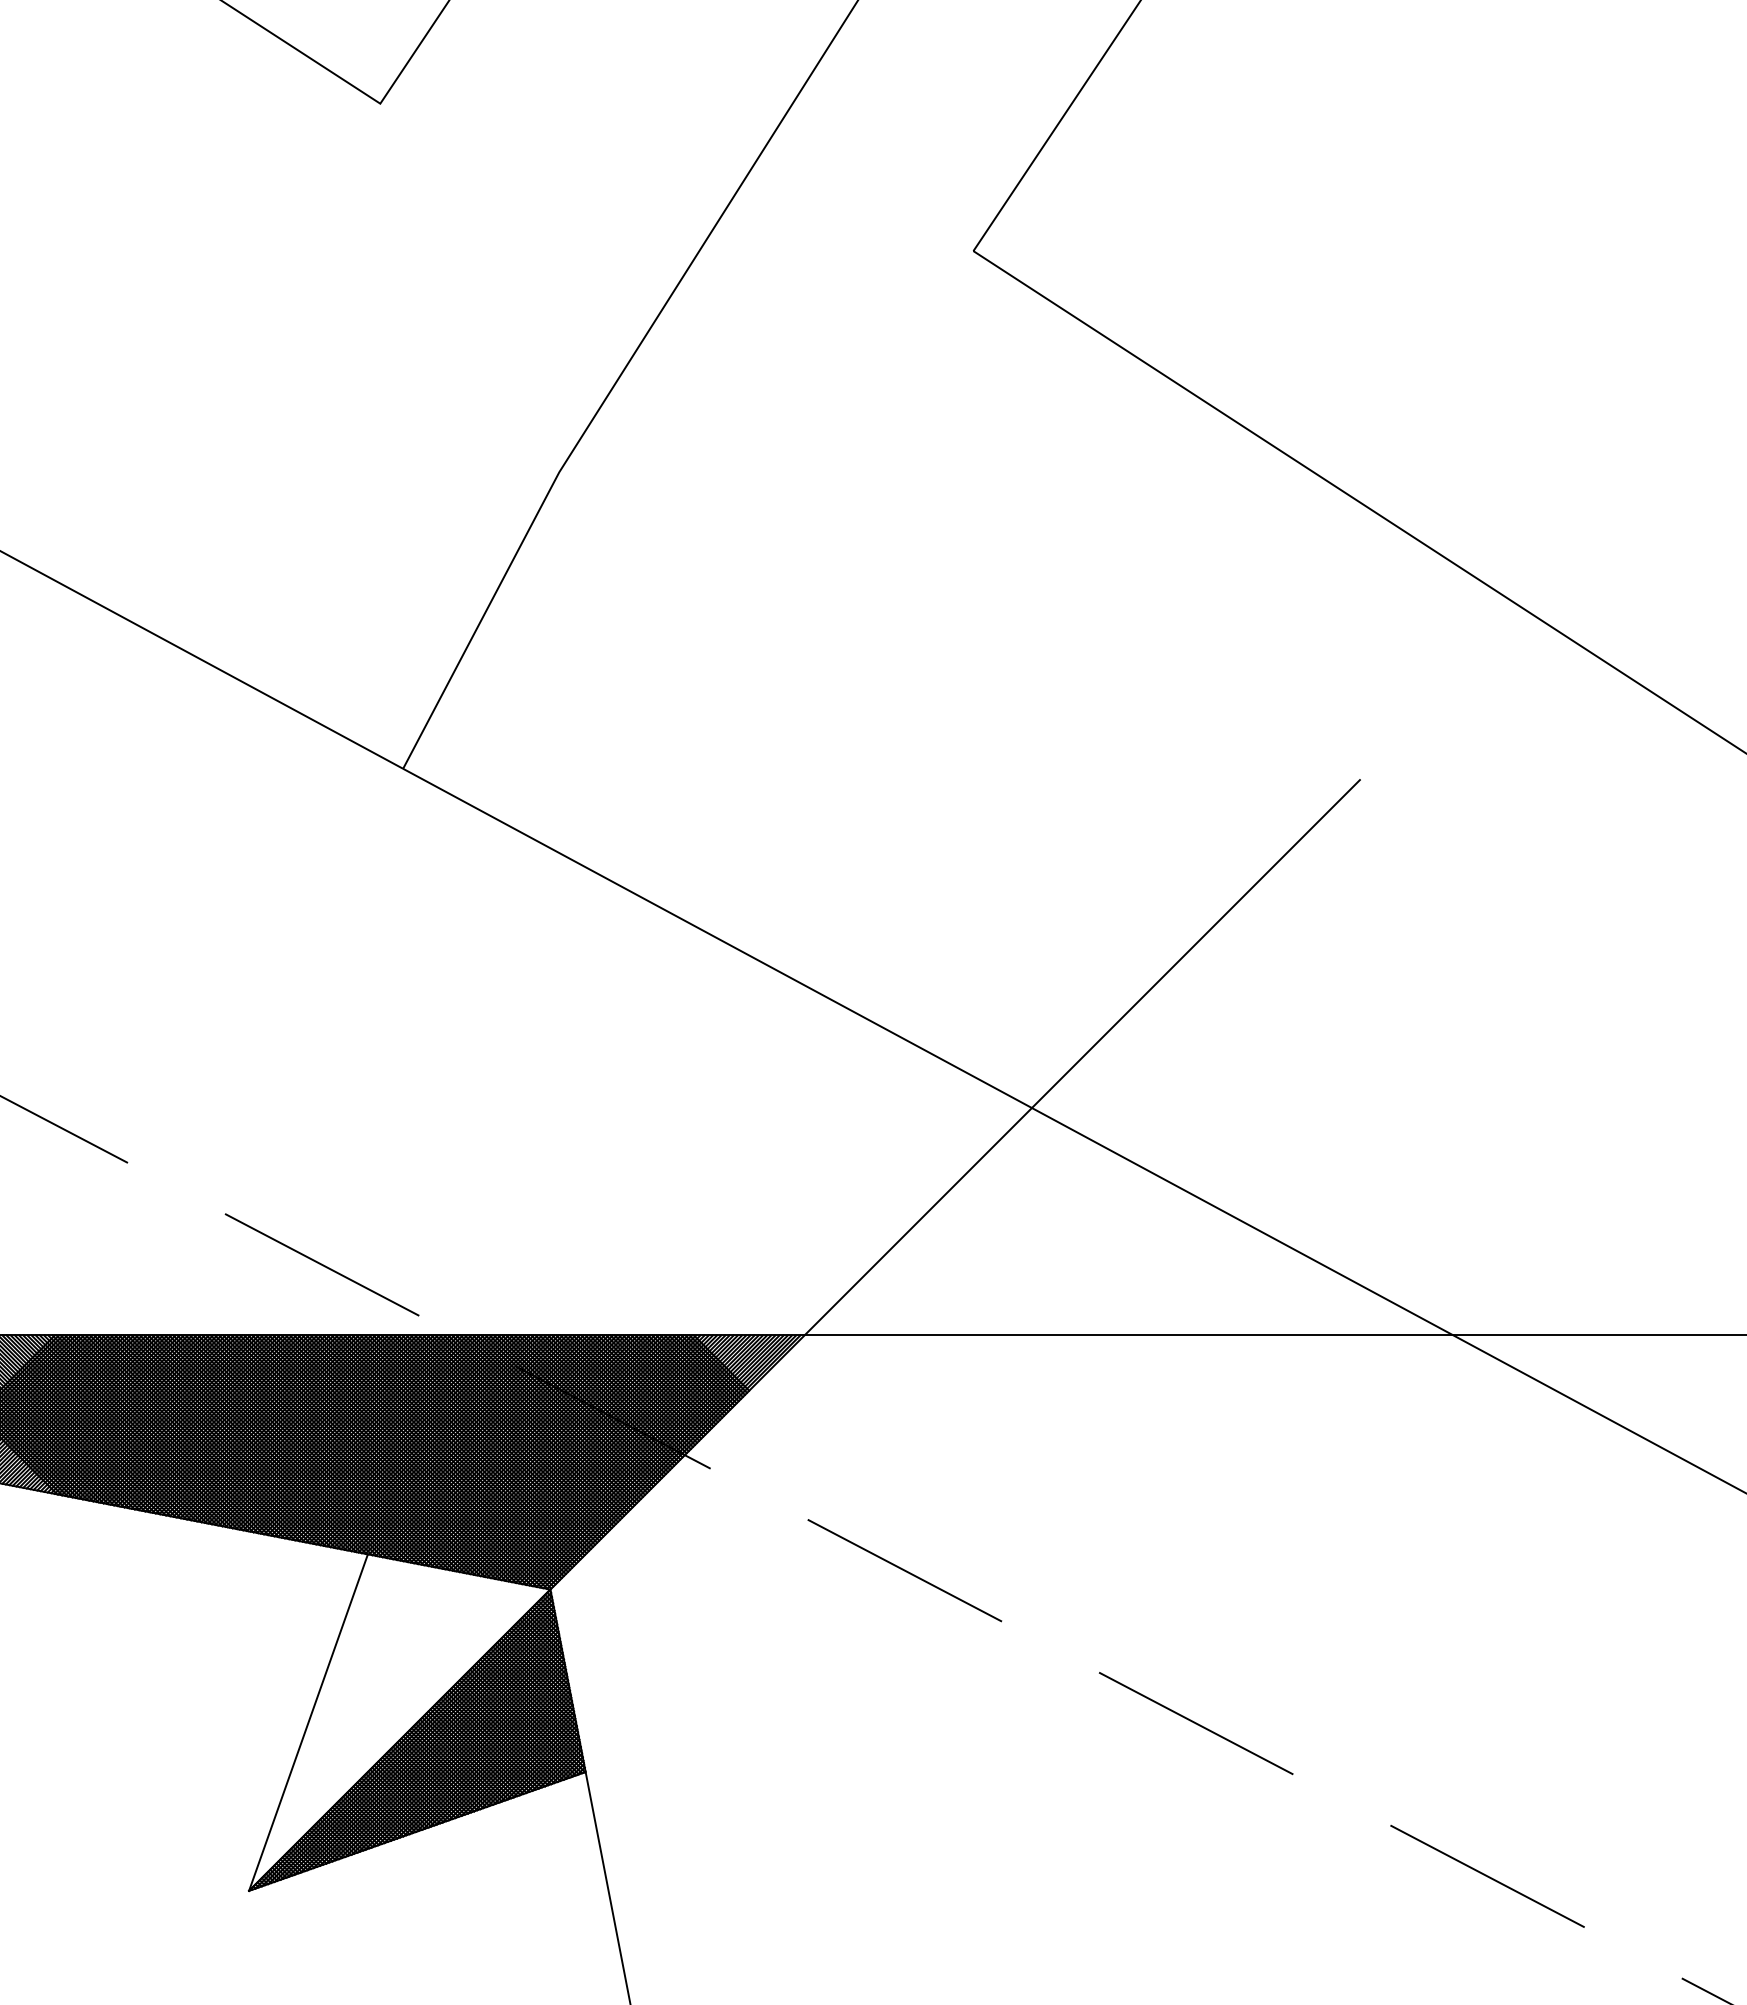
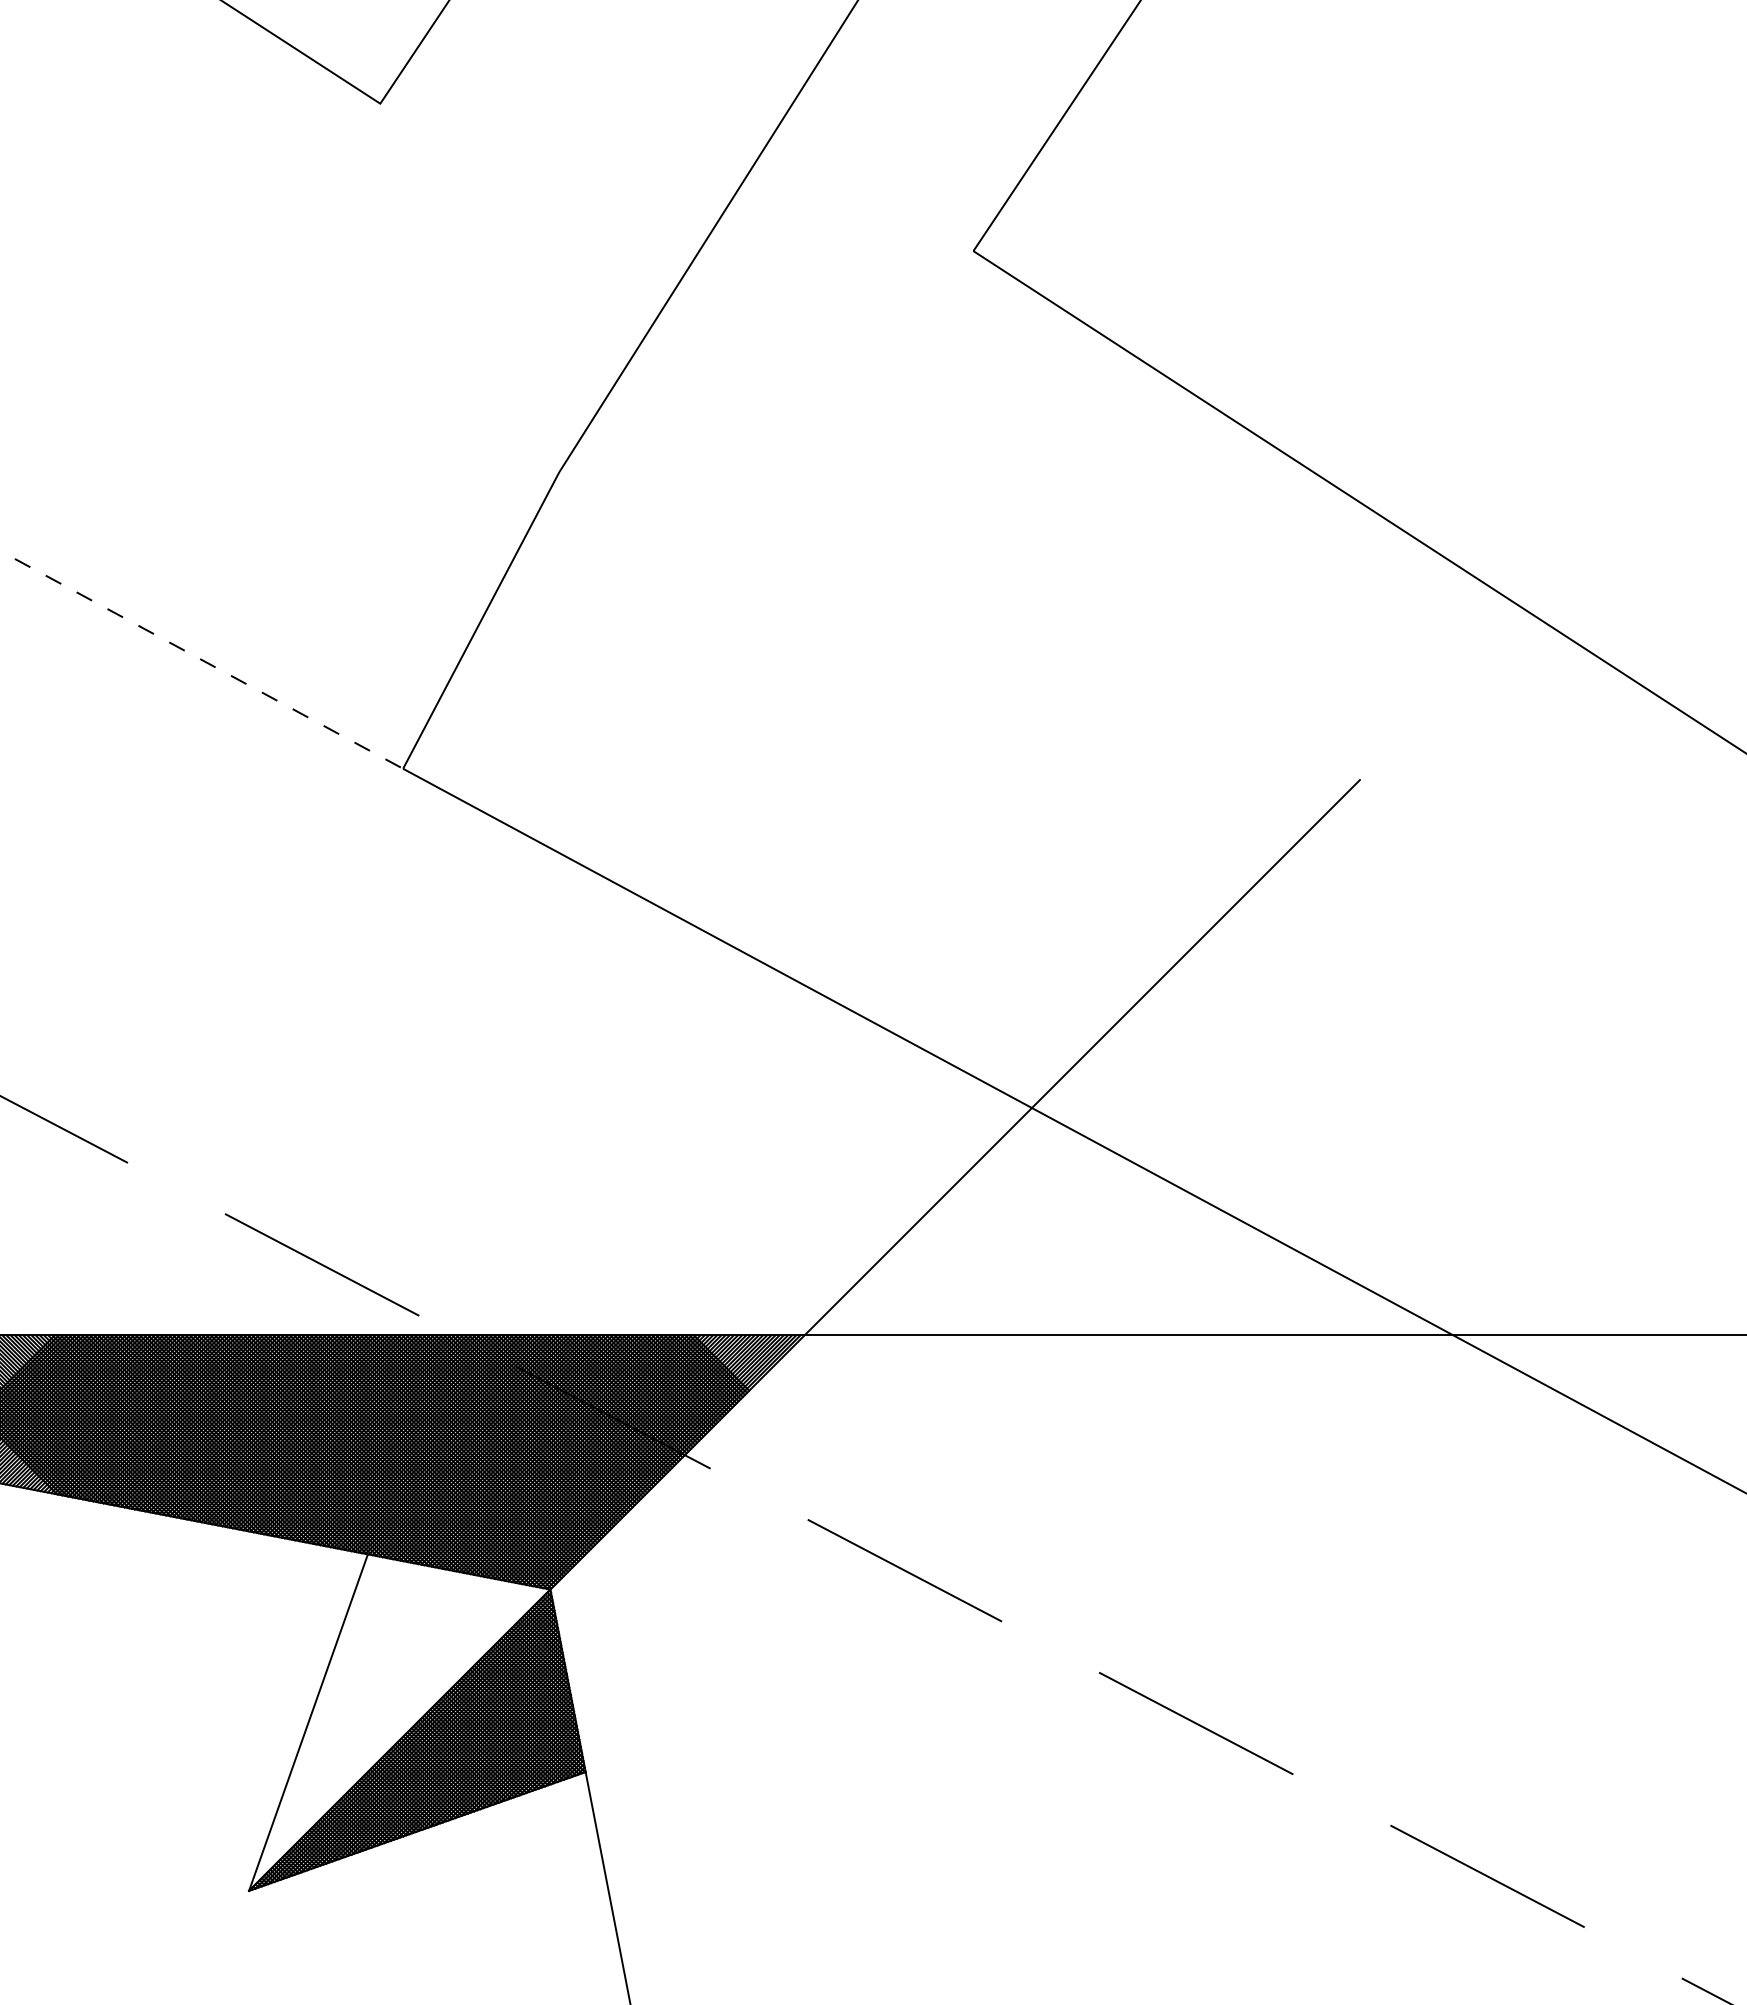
line at (201, 659): solid -> dashed
